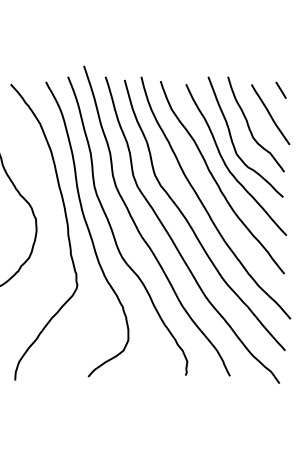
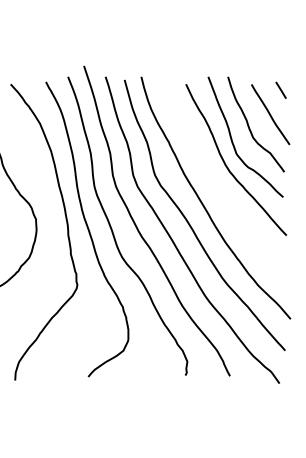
curve at (216, 180): present -> none
